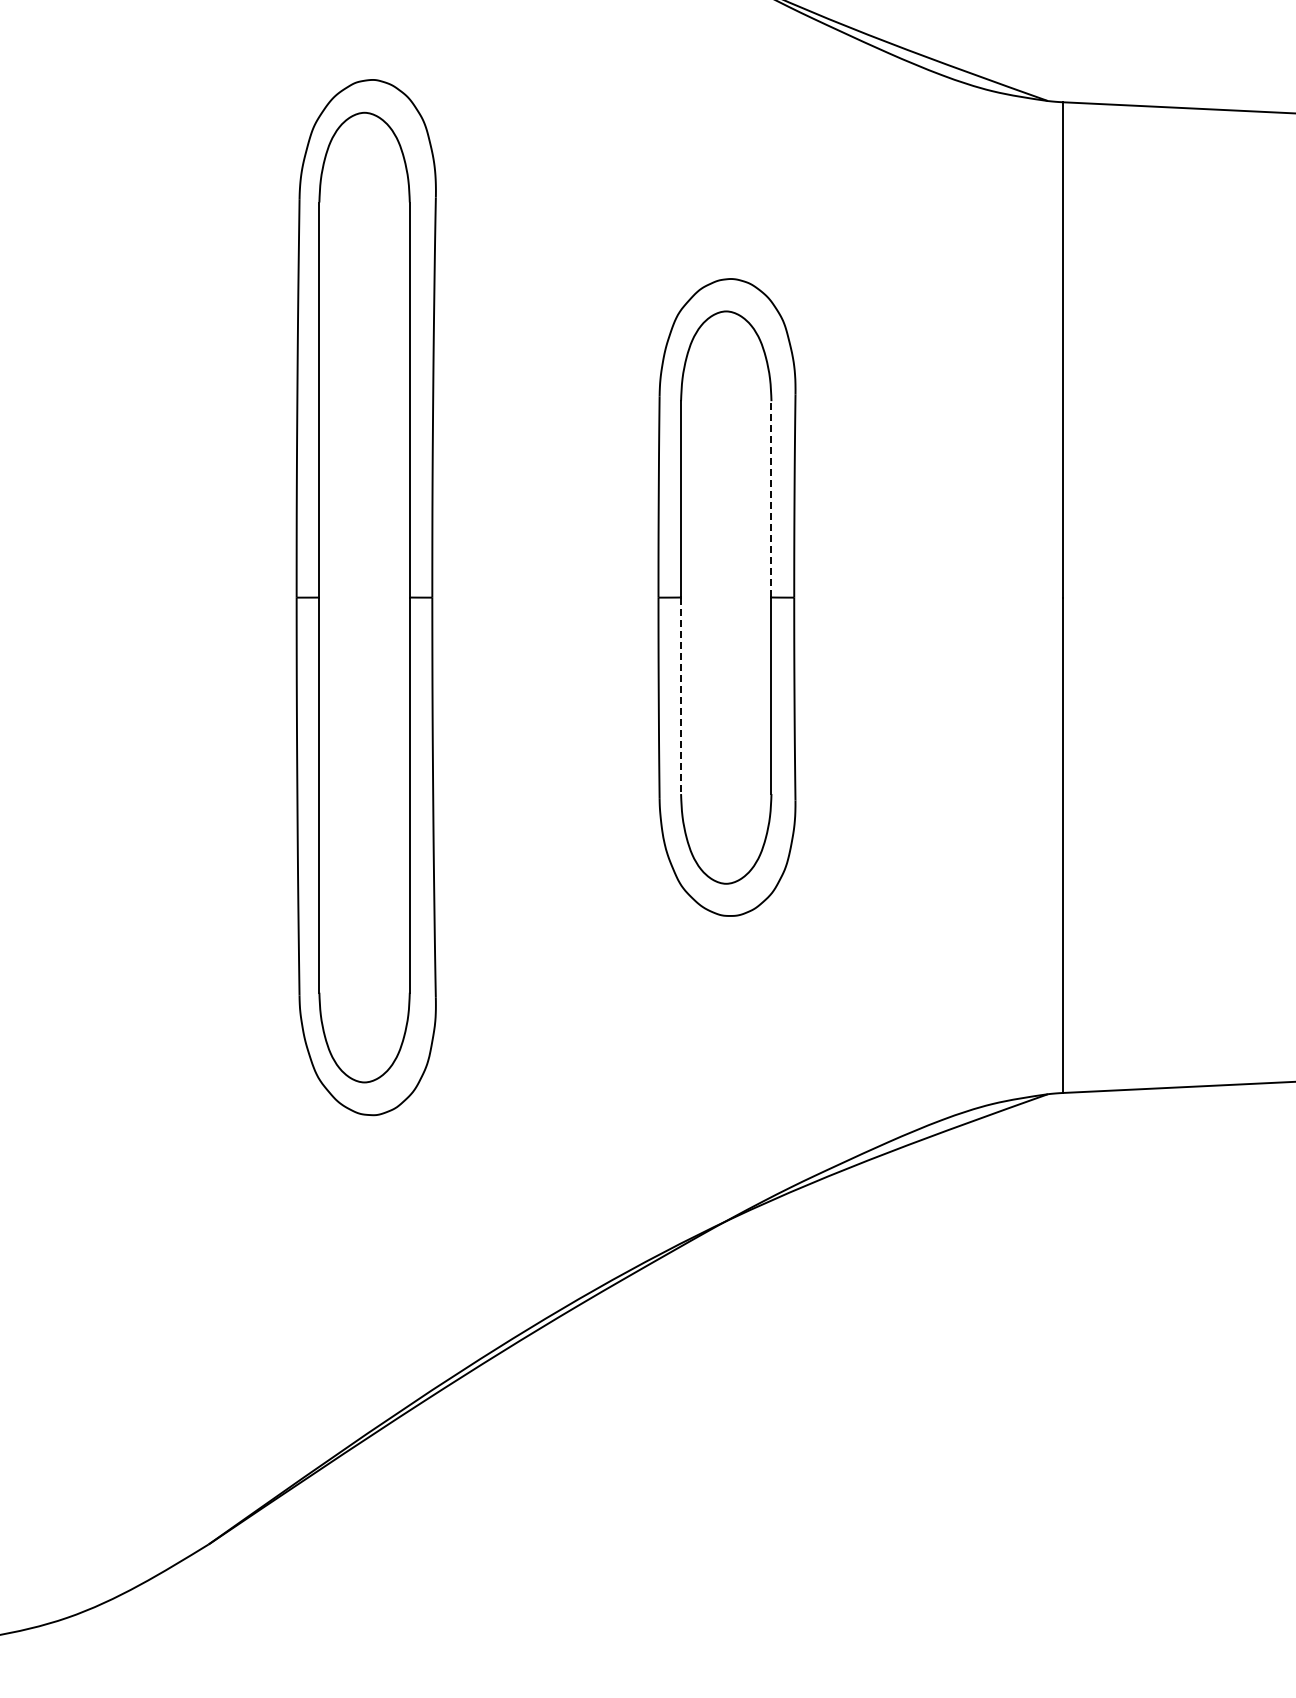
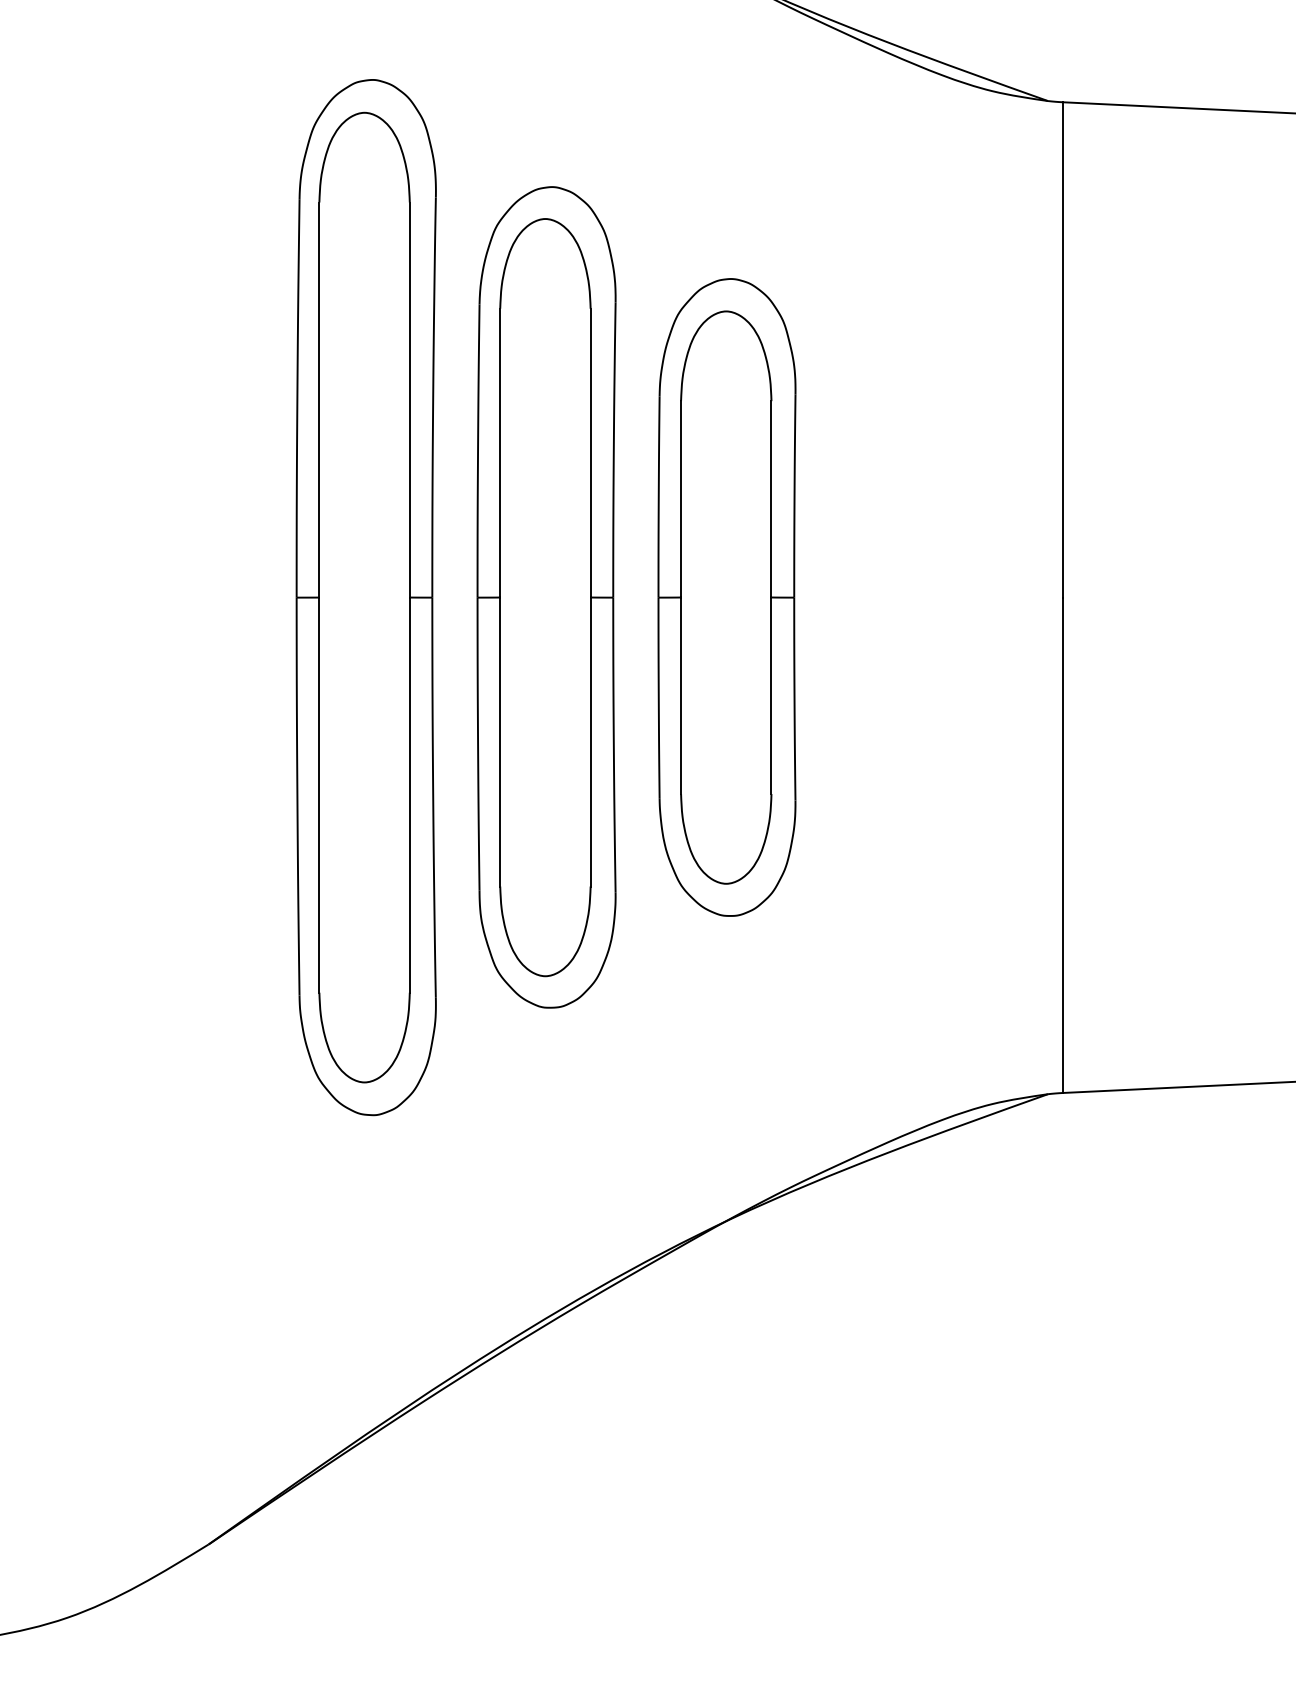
line at (771, 498): dashed -> solid
part at (546, 597): none -> present
line at (681, 696): dashed -> solid
